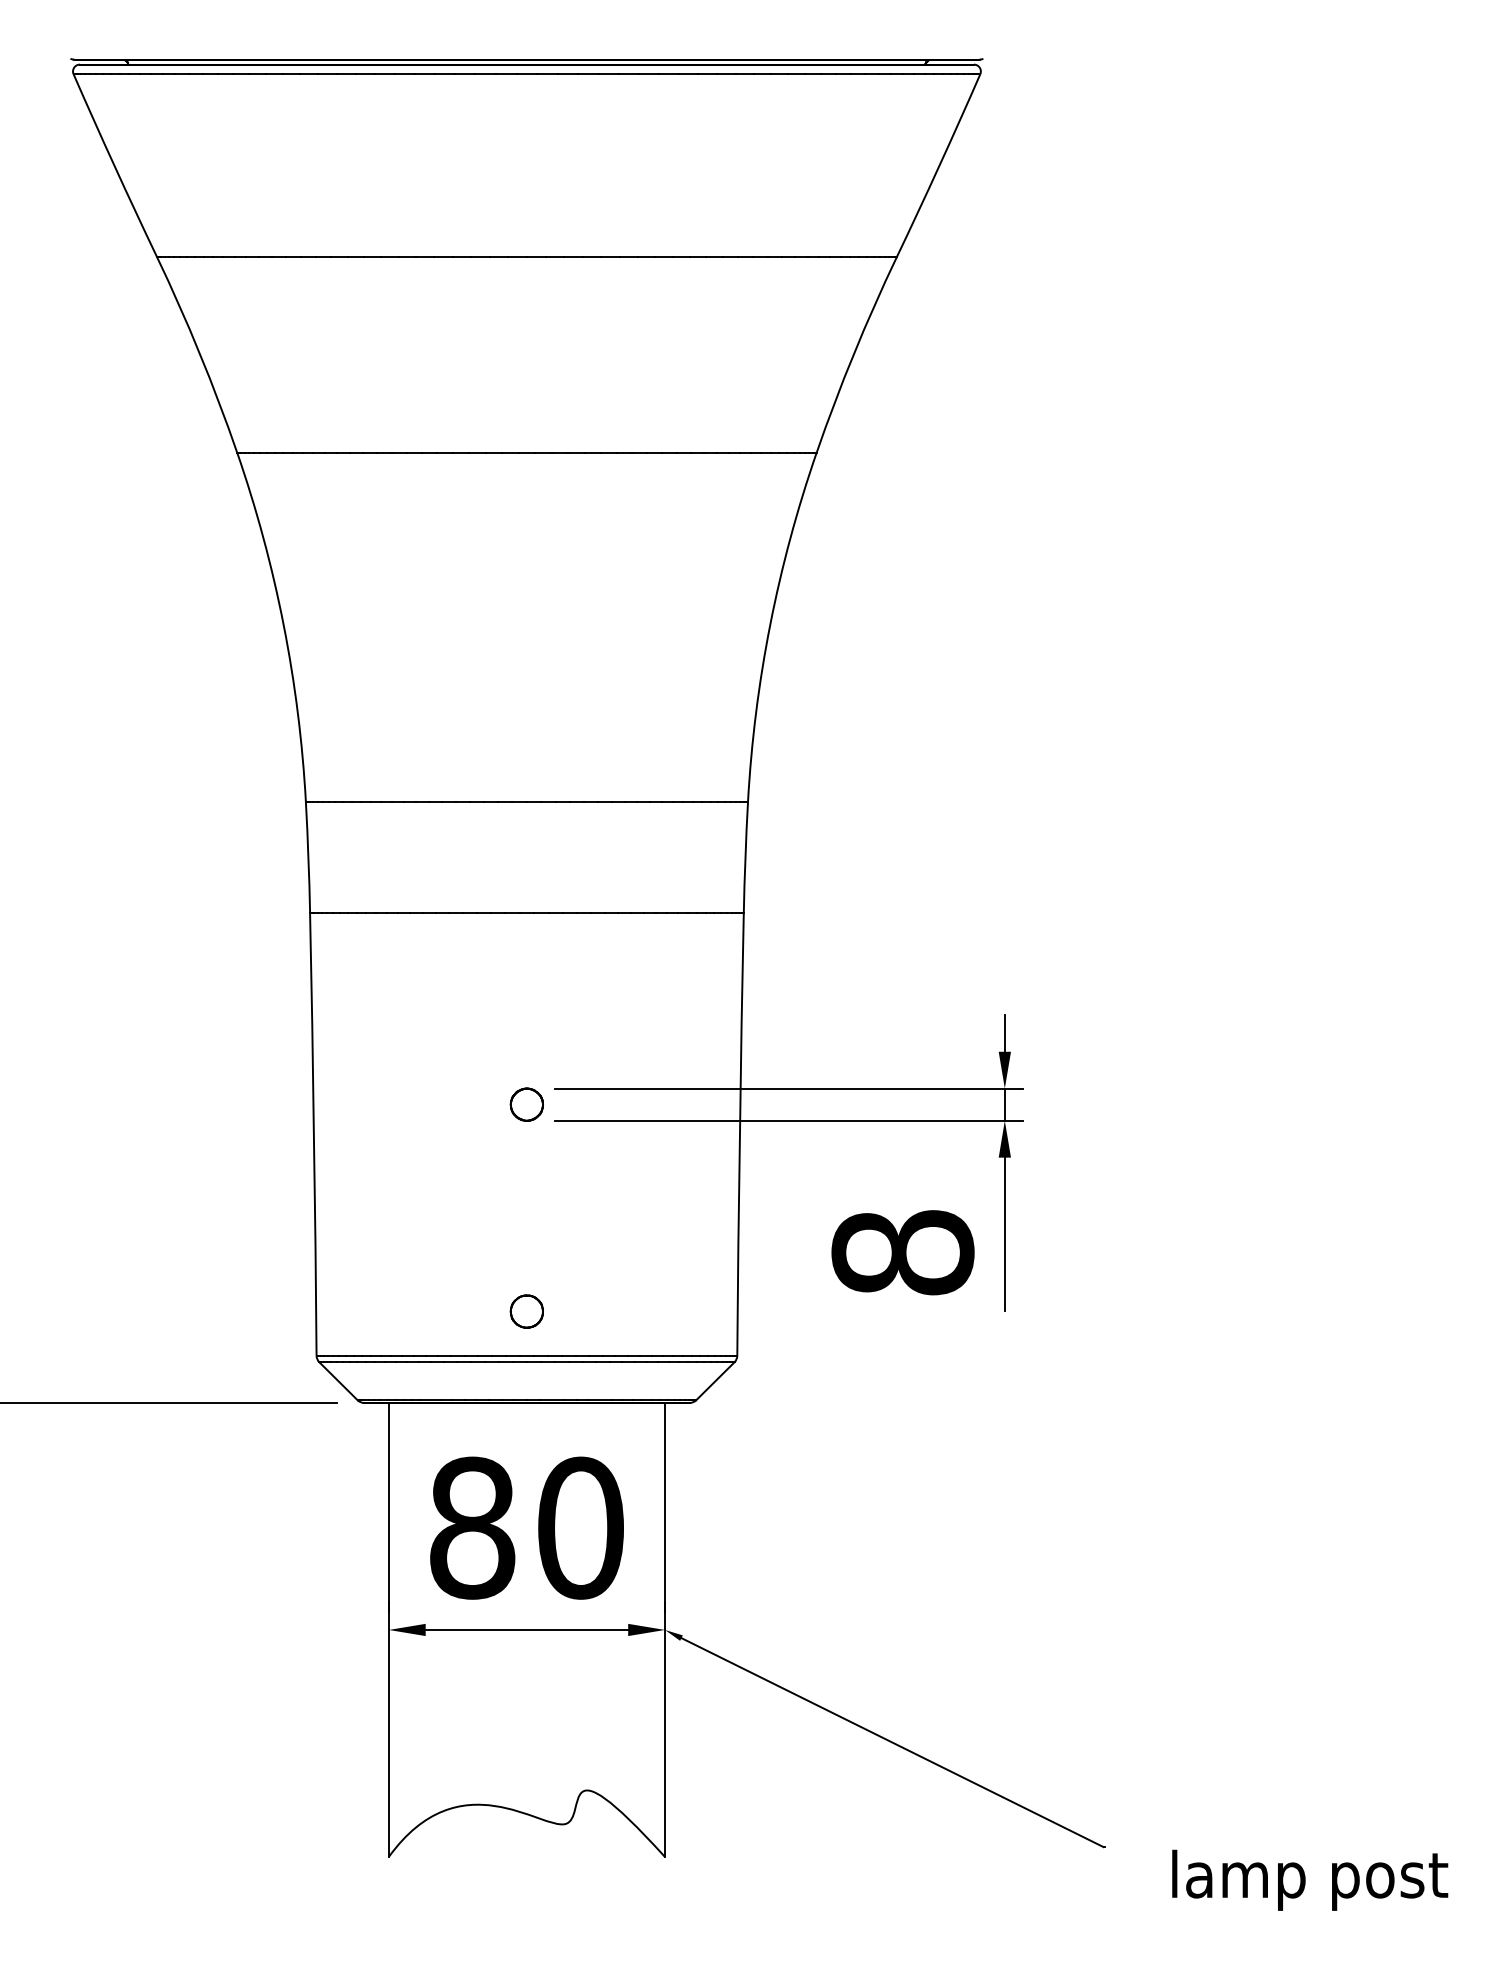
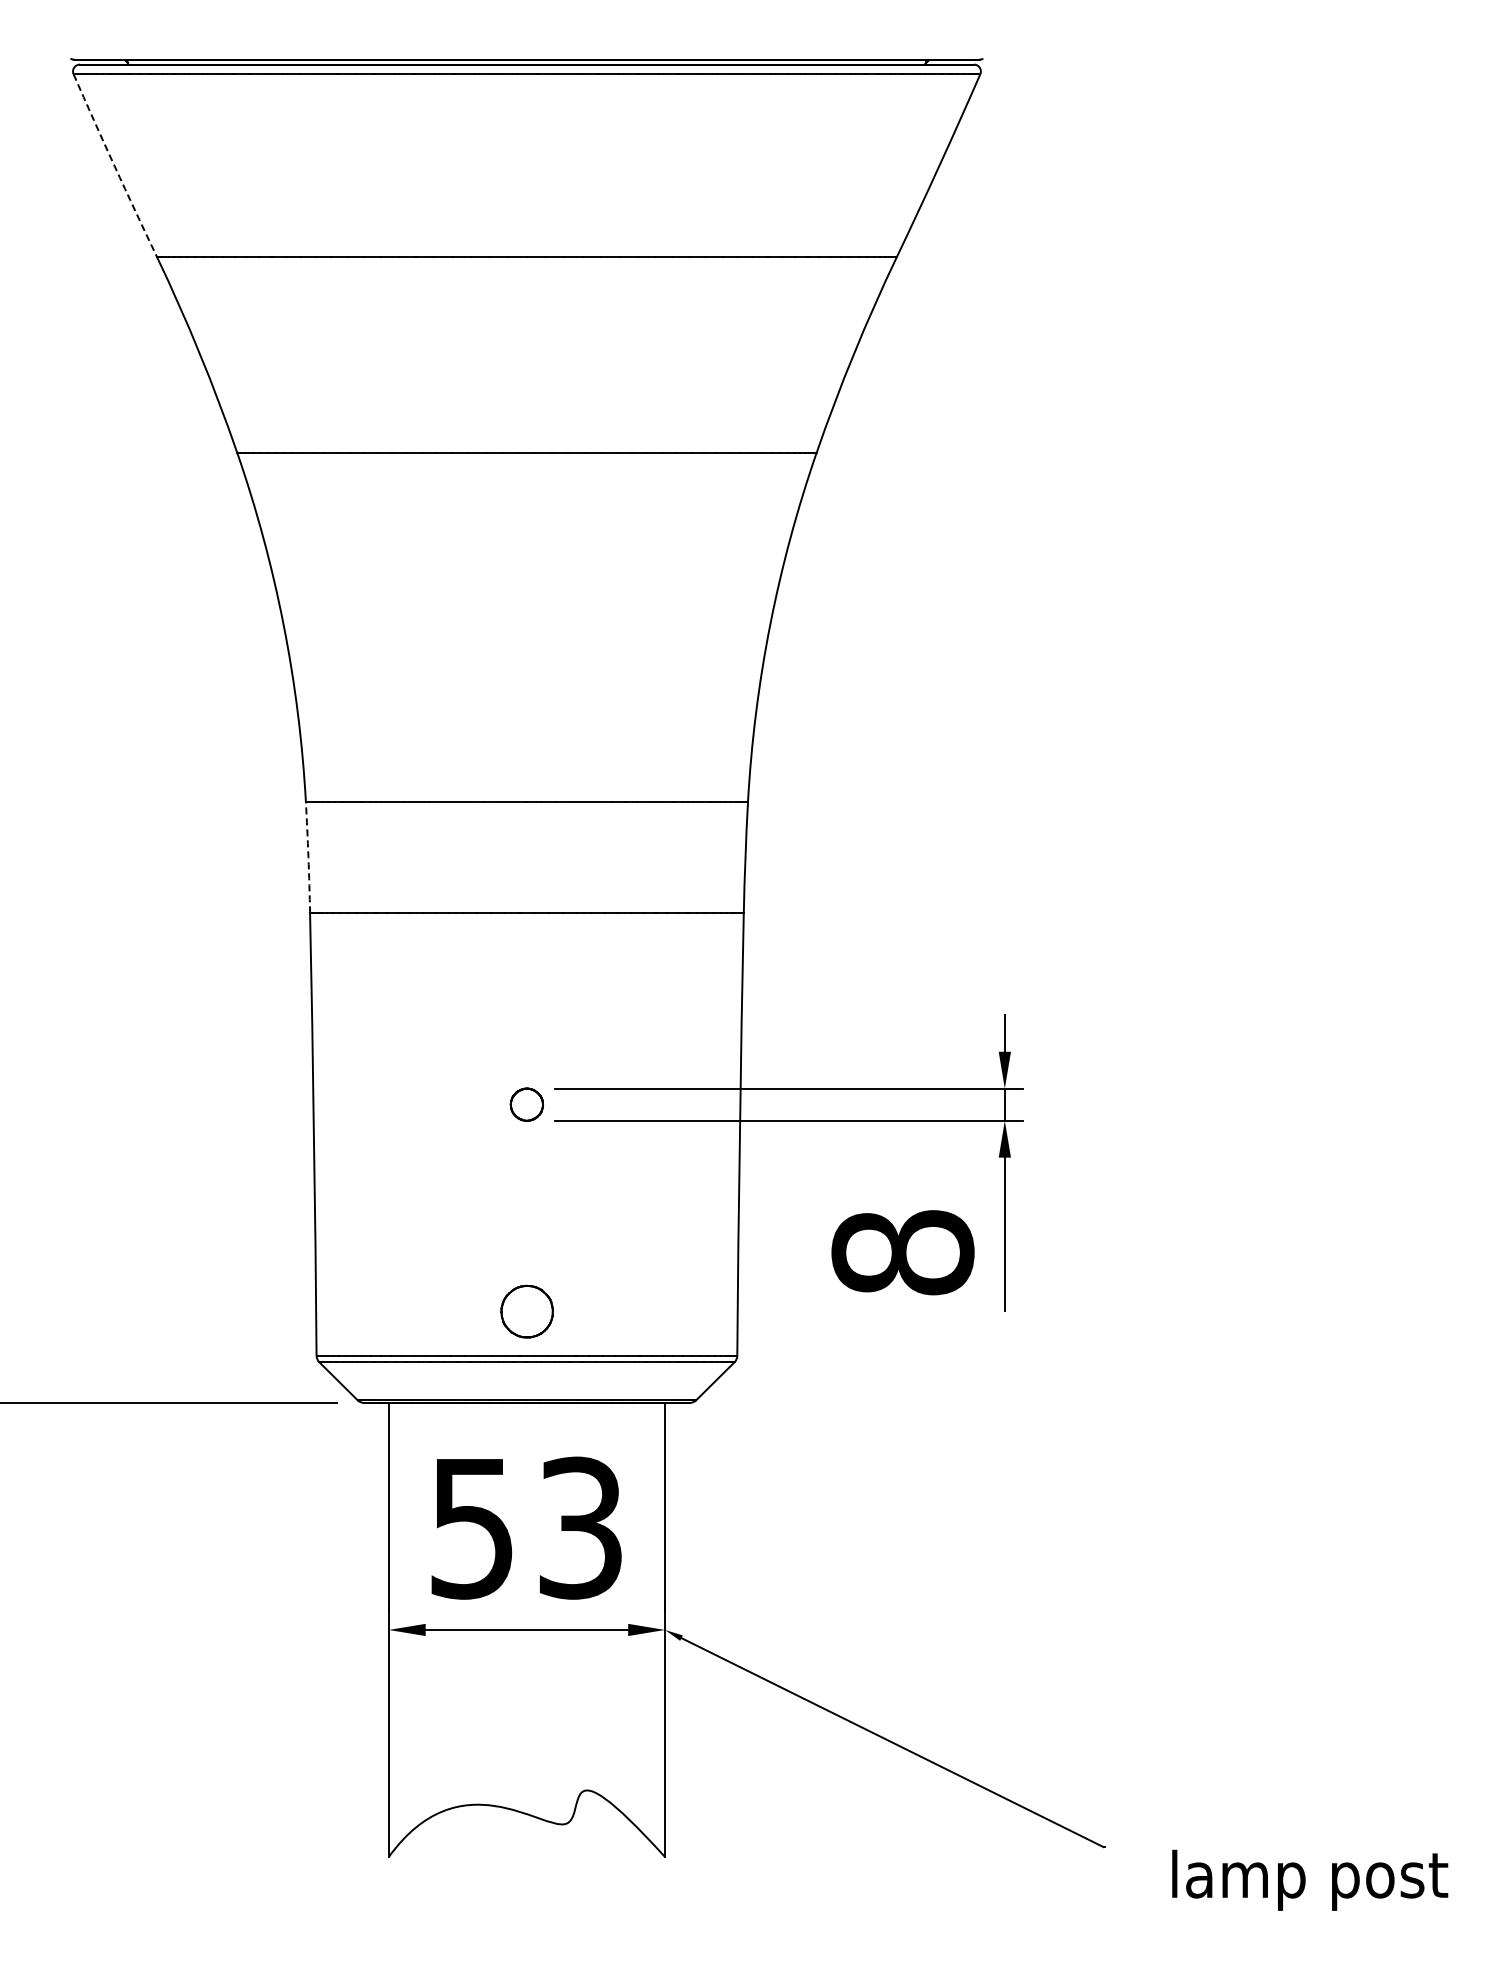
arc at (114, 166): solid -> dashed
arc at (308, 857): solid -> dashed
part at (526, 1311) size: 35x35 px -> 54x55 px
text at (526, 1527): 80 -> 53
